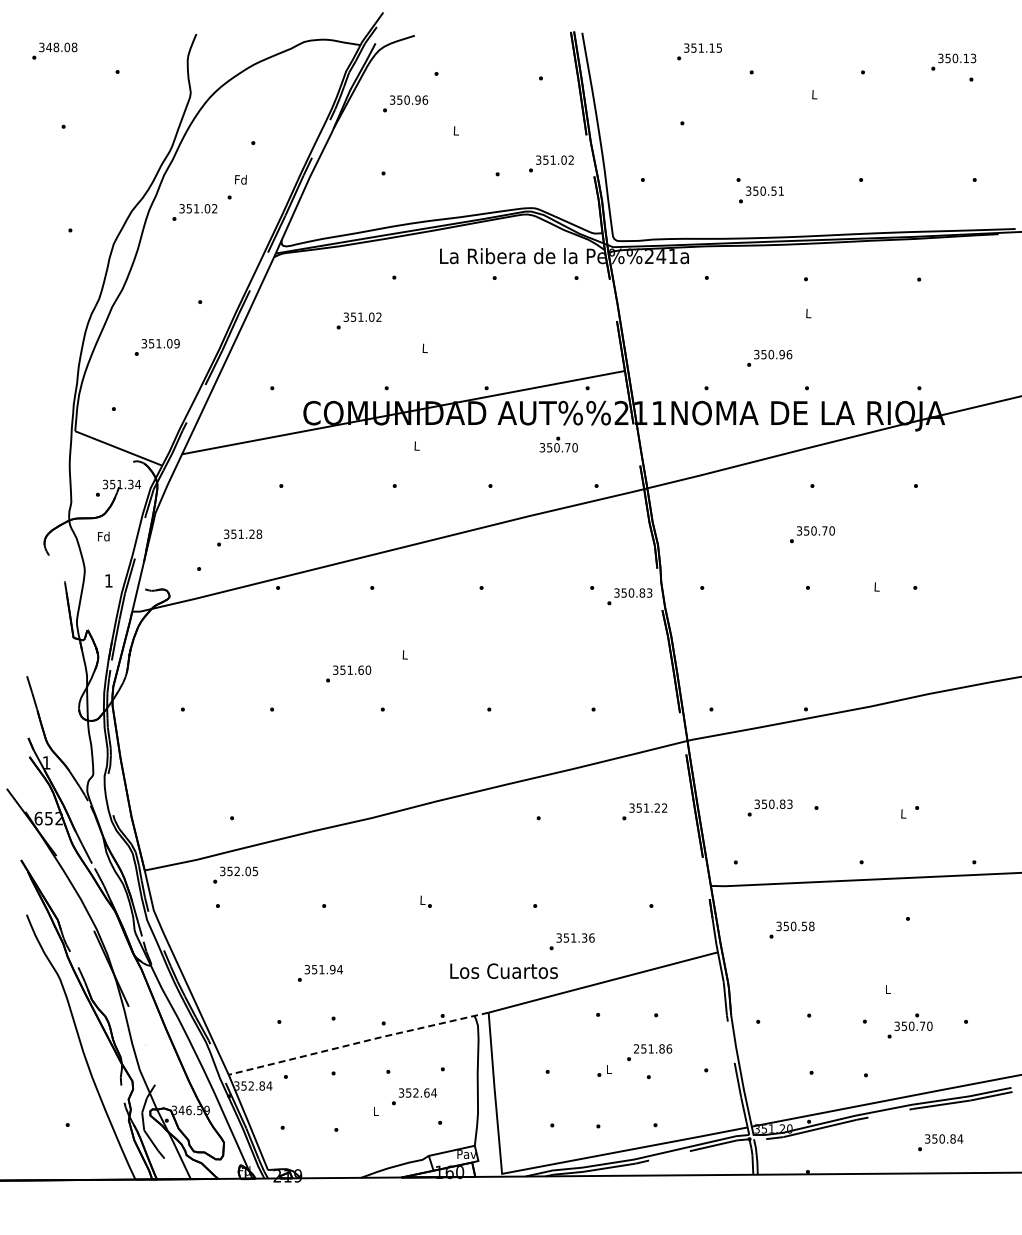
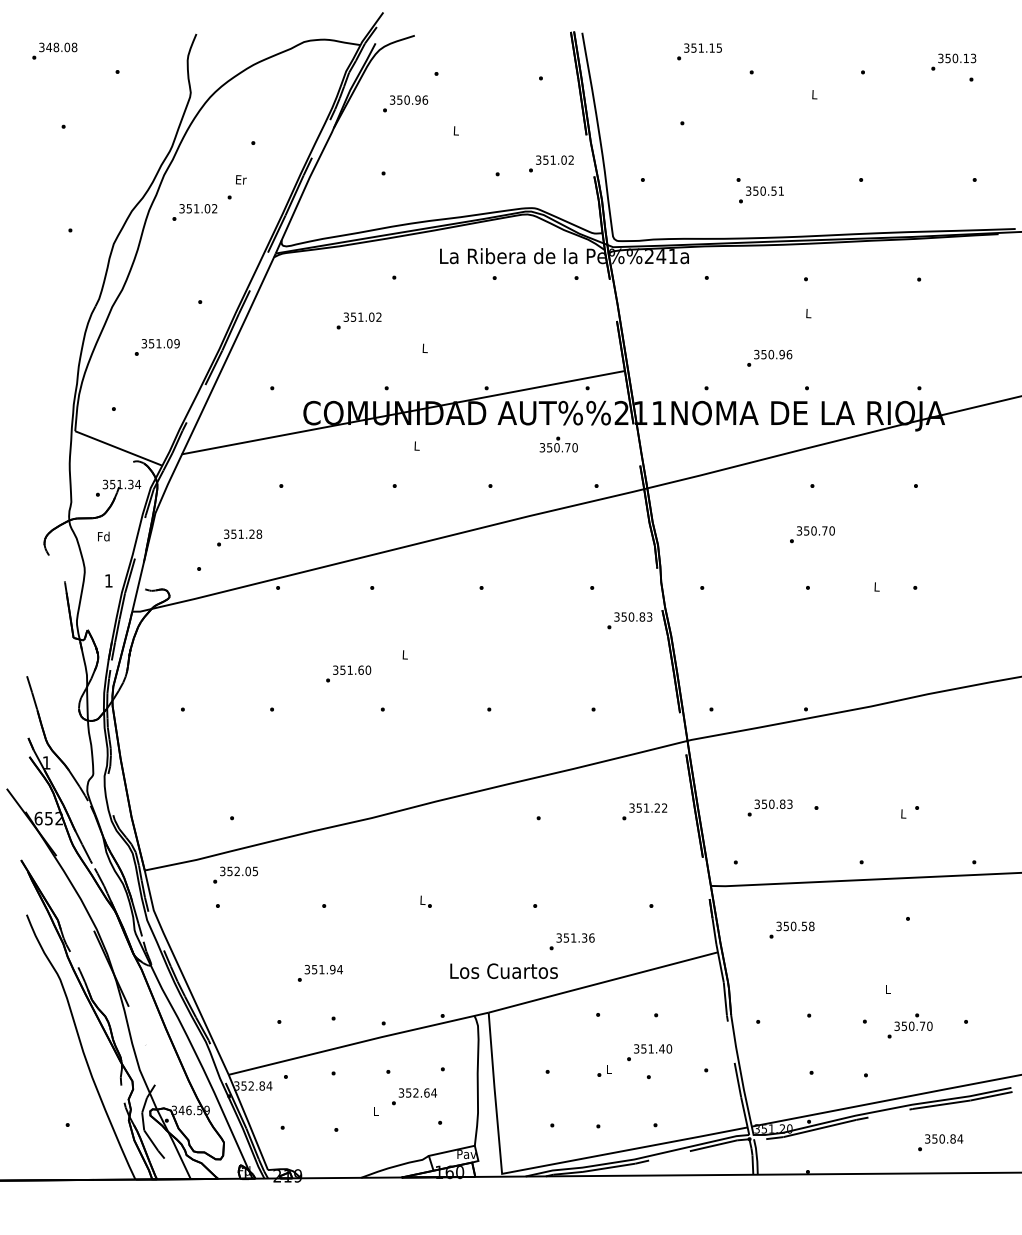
text at (240, 179): Fd -> Er
text at (629, 596) position: (629, 596) -> (629, 620)
line at (358, 1042): dashed -> solid
text at (653, 1048): 251.86 -> 351.40
